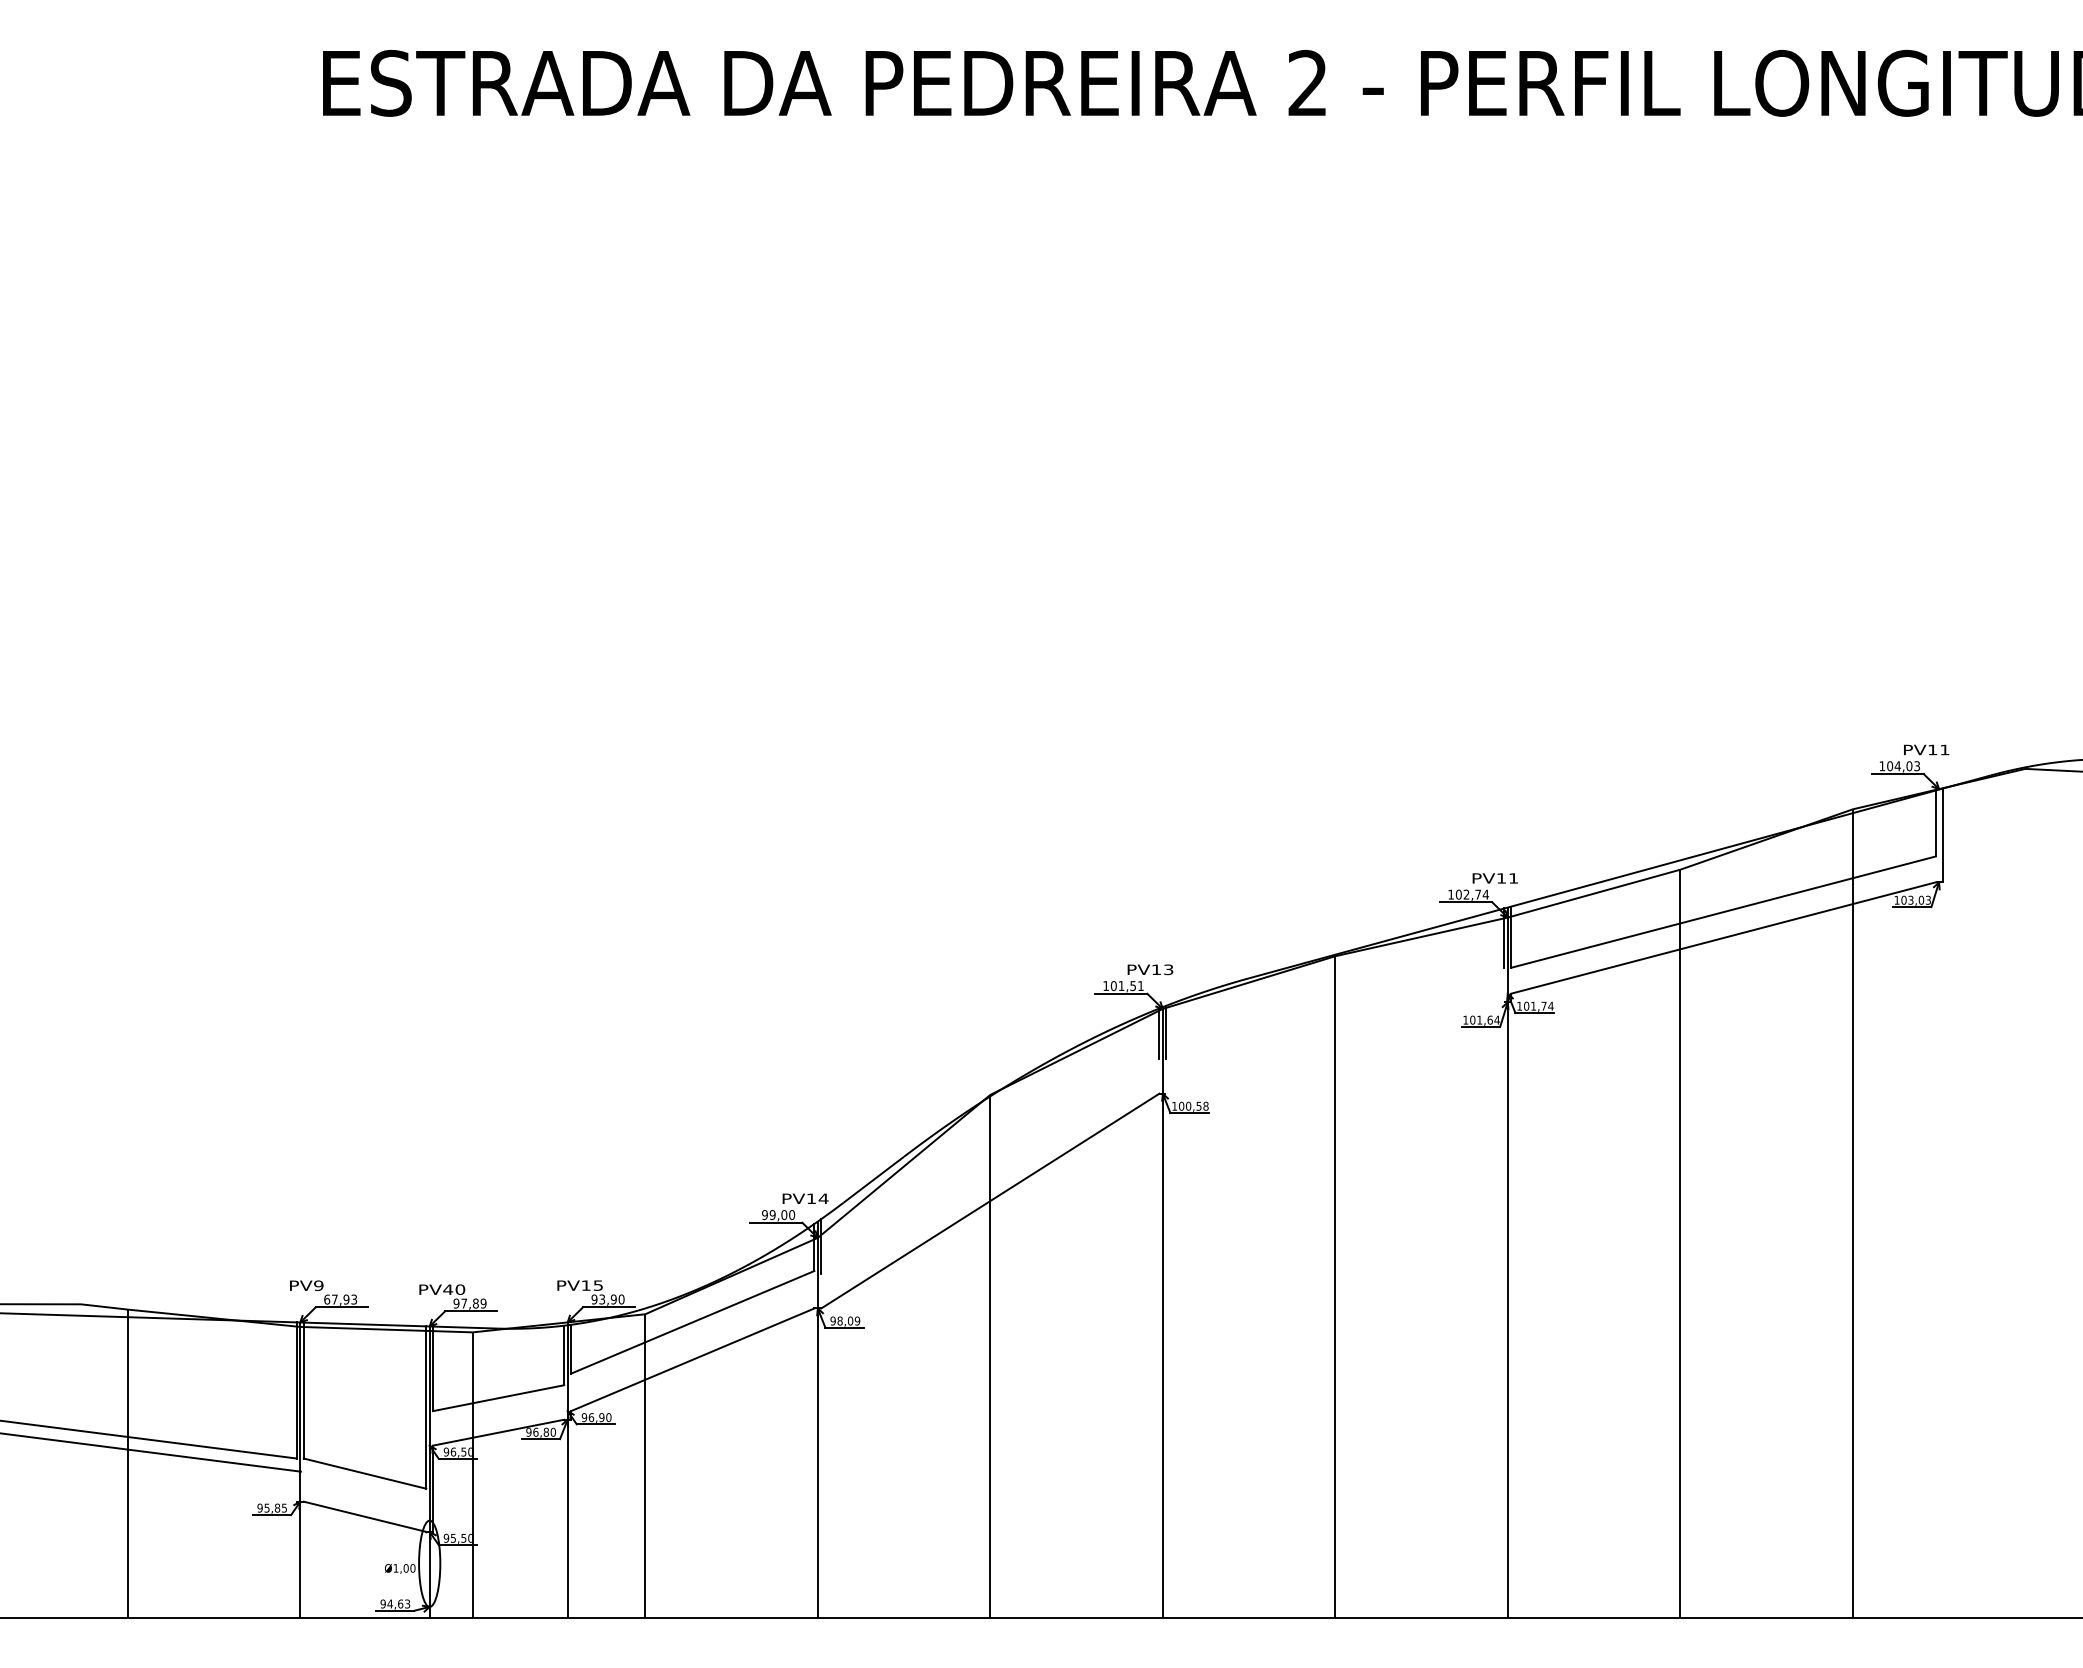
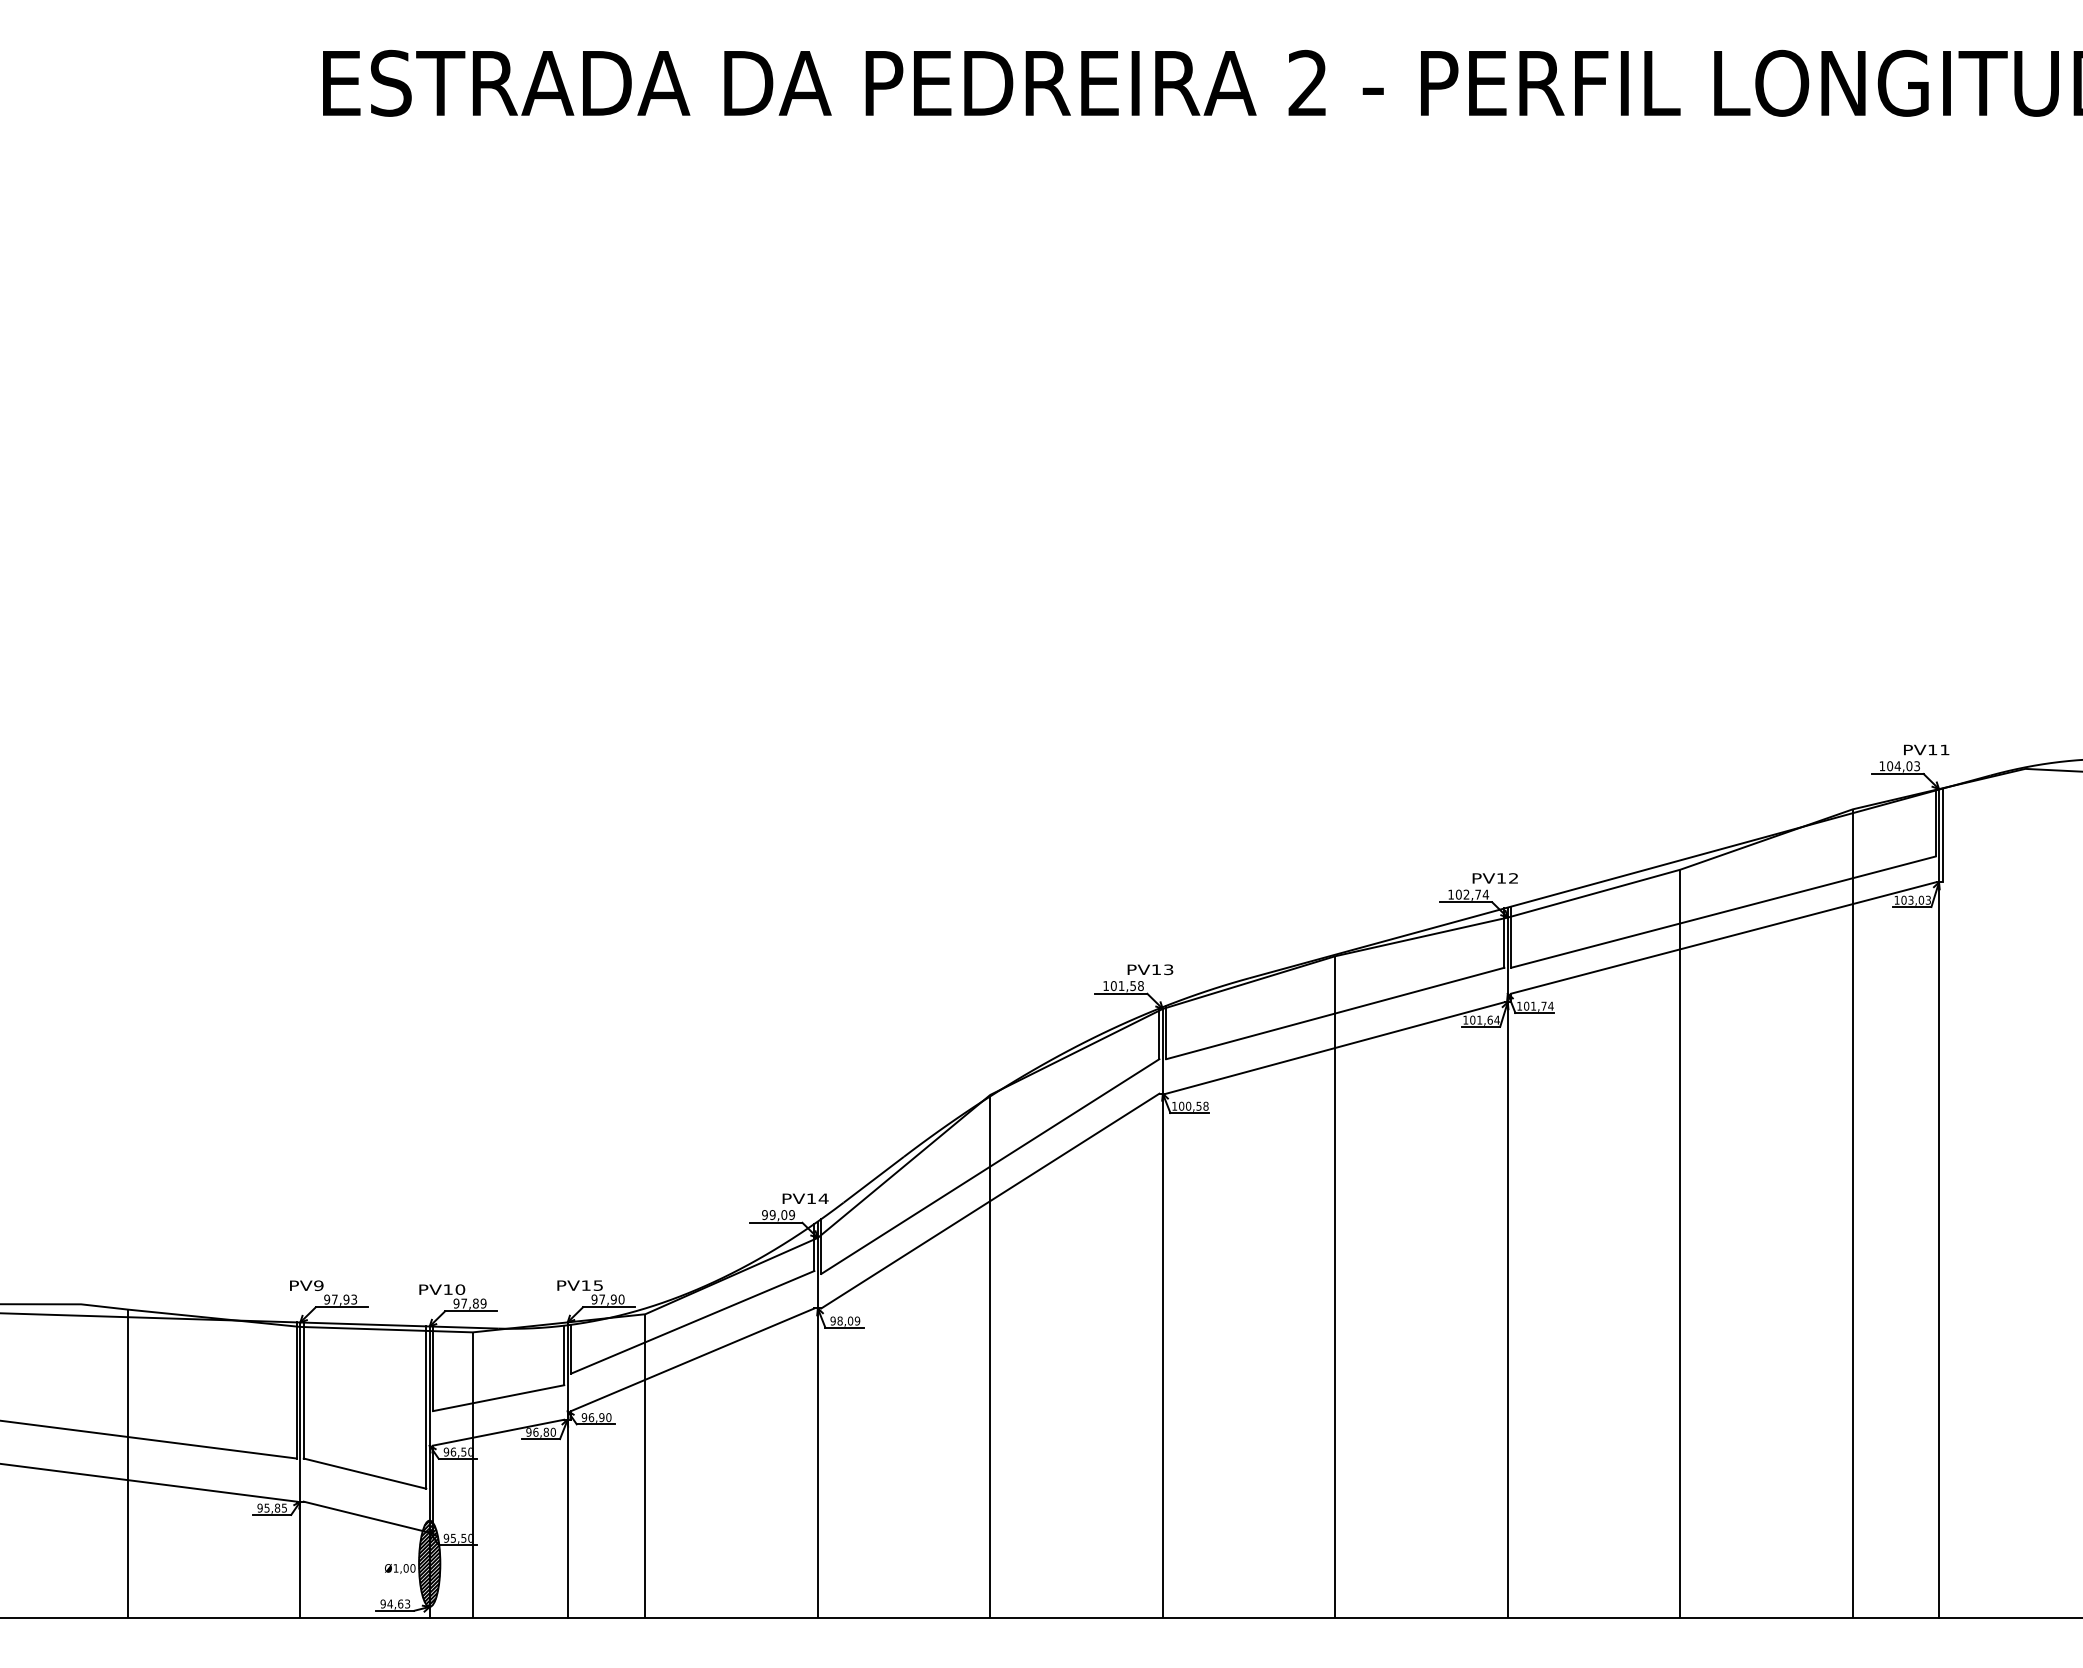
text at (1513, 878): PV11 -> PV12
text at (1140, 985): 101,51 -> 101,58
line at (1335, 1013): none -> present
line at (1335, 1047): none -> present
line at (990, 1166): none -> present
line at (1939, 1203): none -> present
text at (791, 1214): 99,00 -> 99,09
text at (448, 1289): PV40 -> PV10
text at (327, 1299): 67,93 -> 97,93
text at (602, 1299): 93,90 -> 97,90
line at (151, 1452) position: (151, 1452) -> (149, 1482)
hatch at (429, 1563): none -> present
